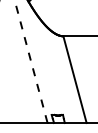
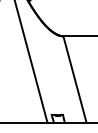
line at (31, 61): dashed -> solid
